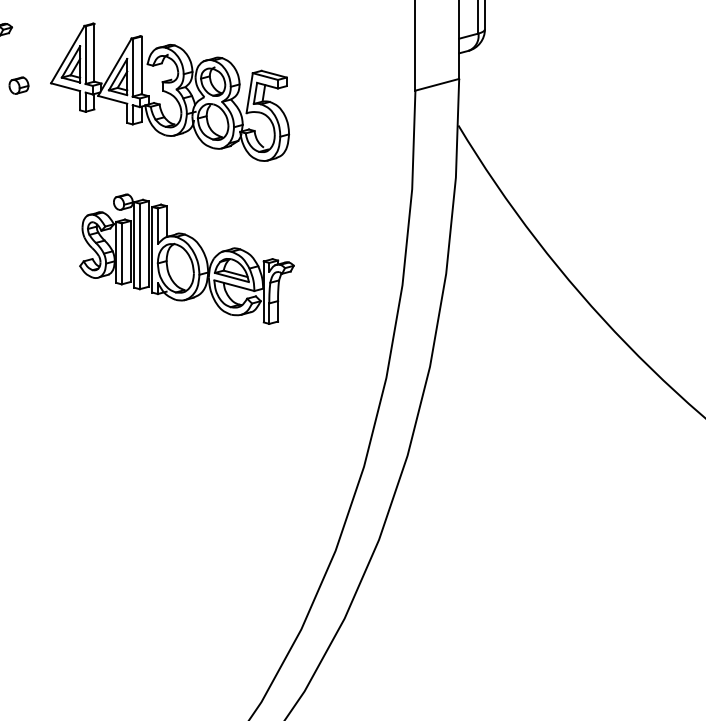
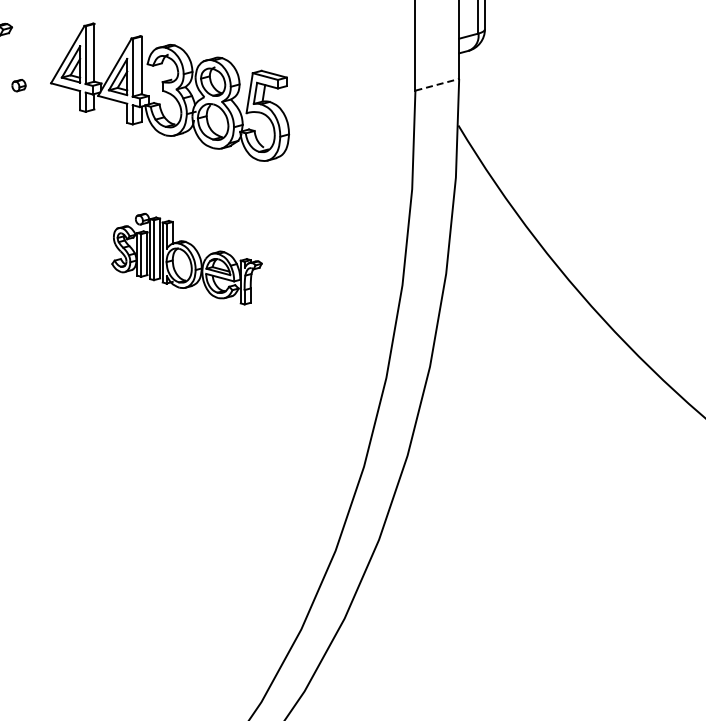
line at (437, 84): solid -> dashed
part at (18, 85) size: 22x19 px -> 16x14 px
part at (186, 258) size: 216x132 px -> 152x93 px
